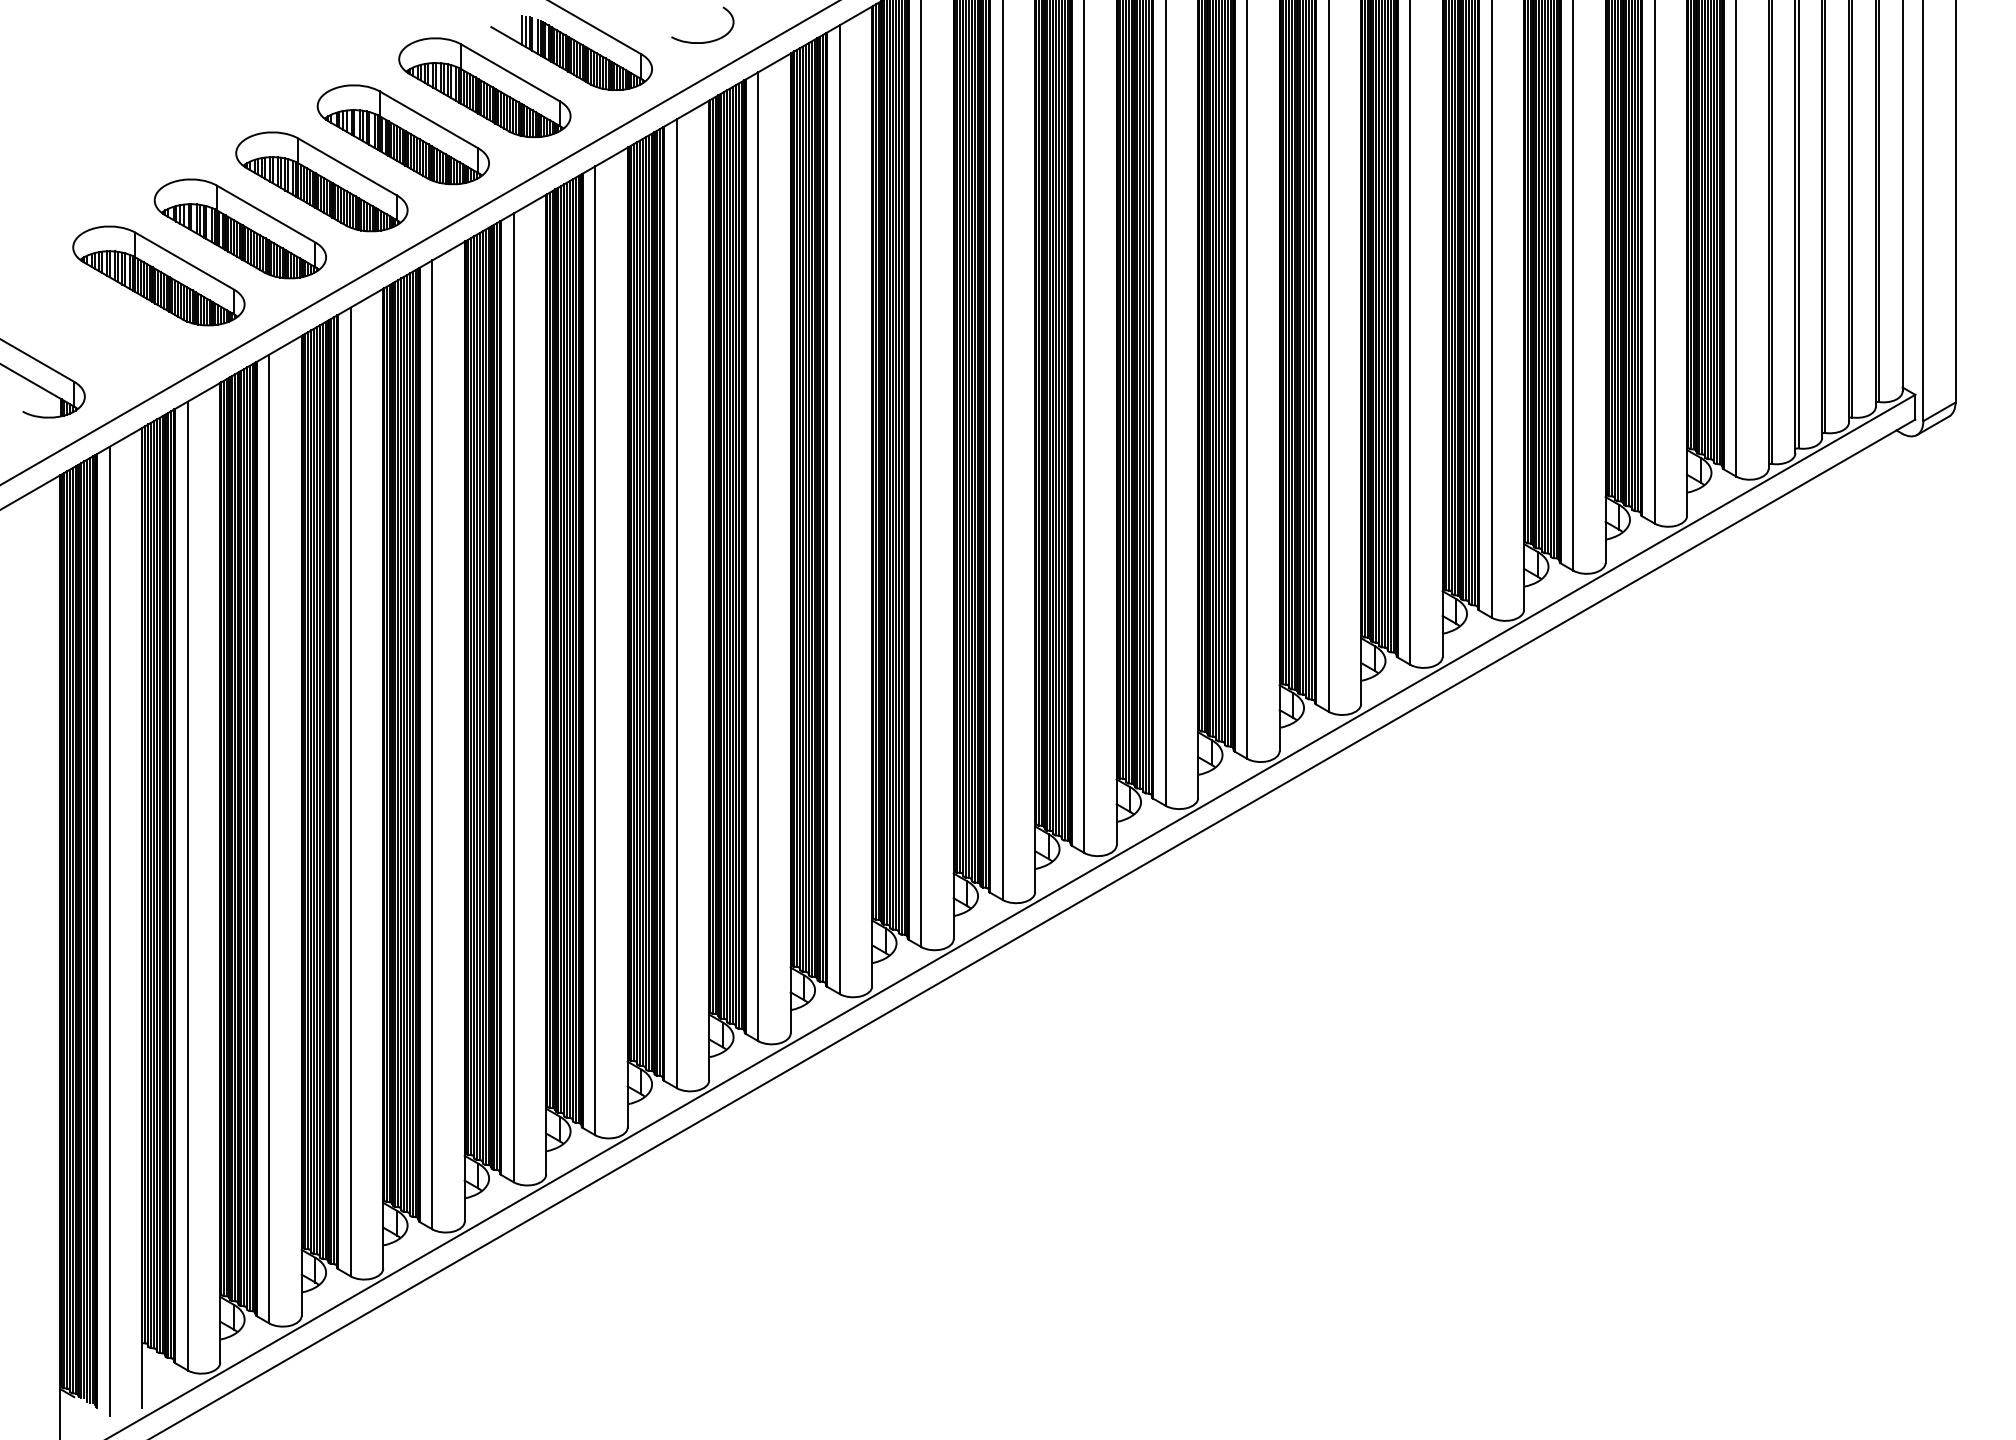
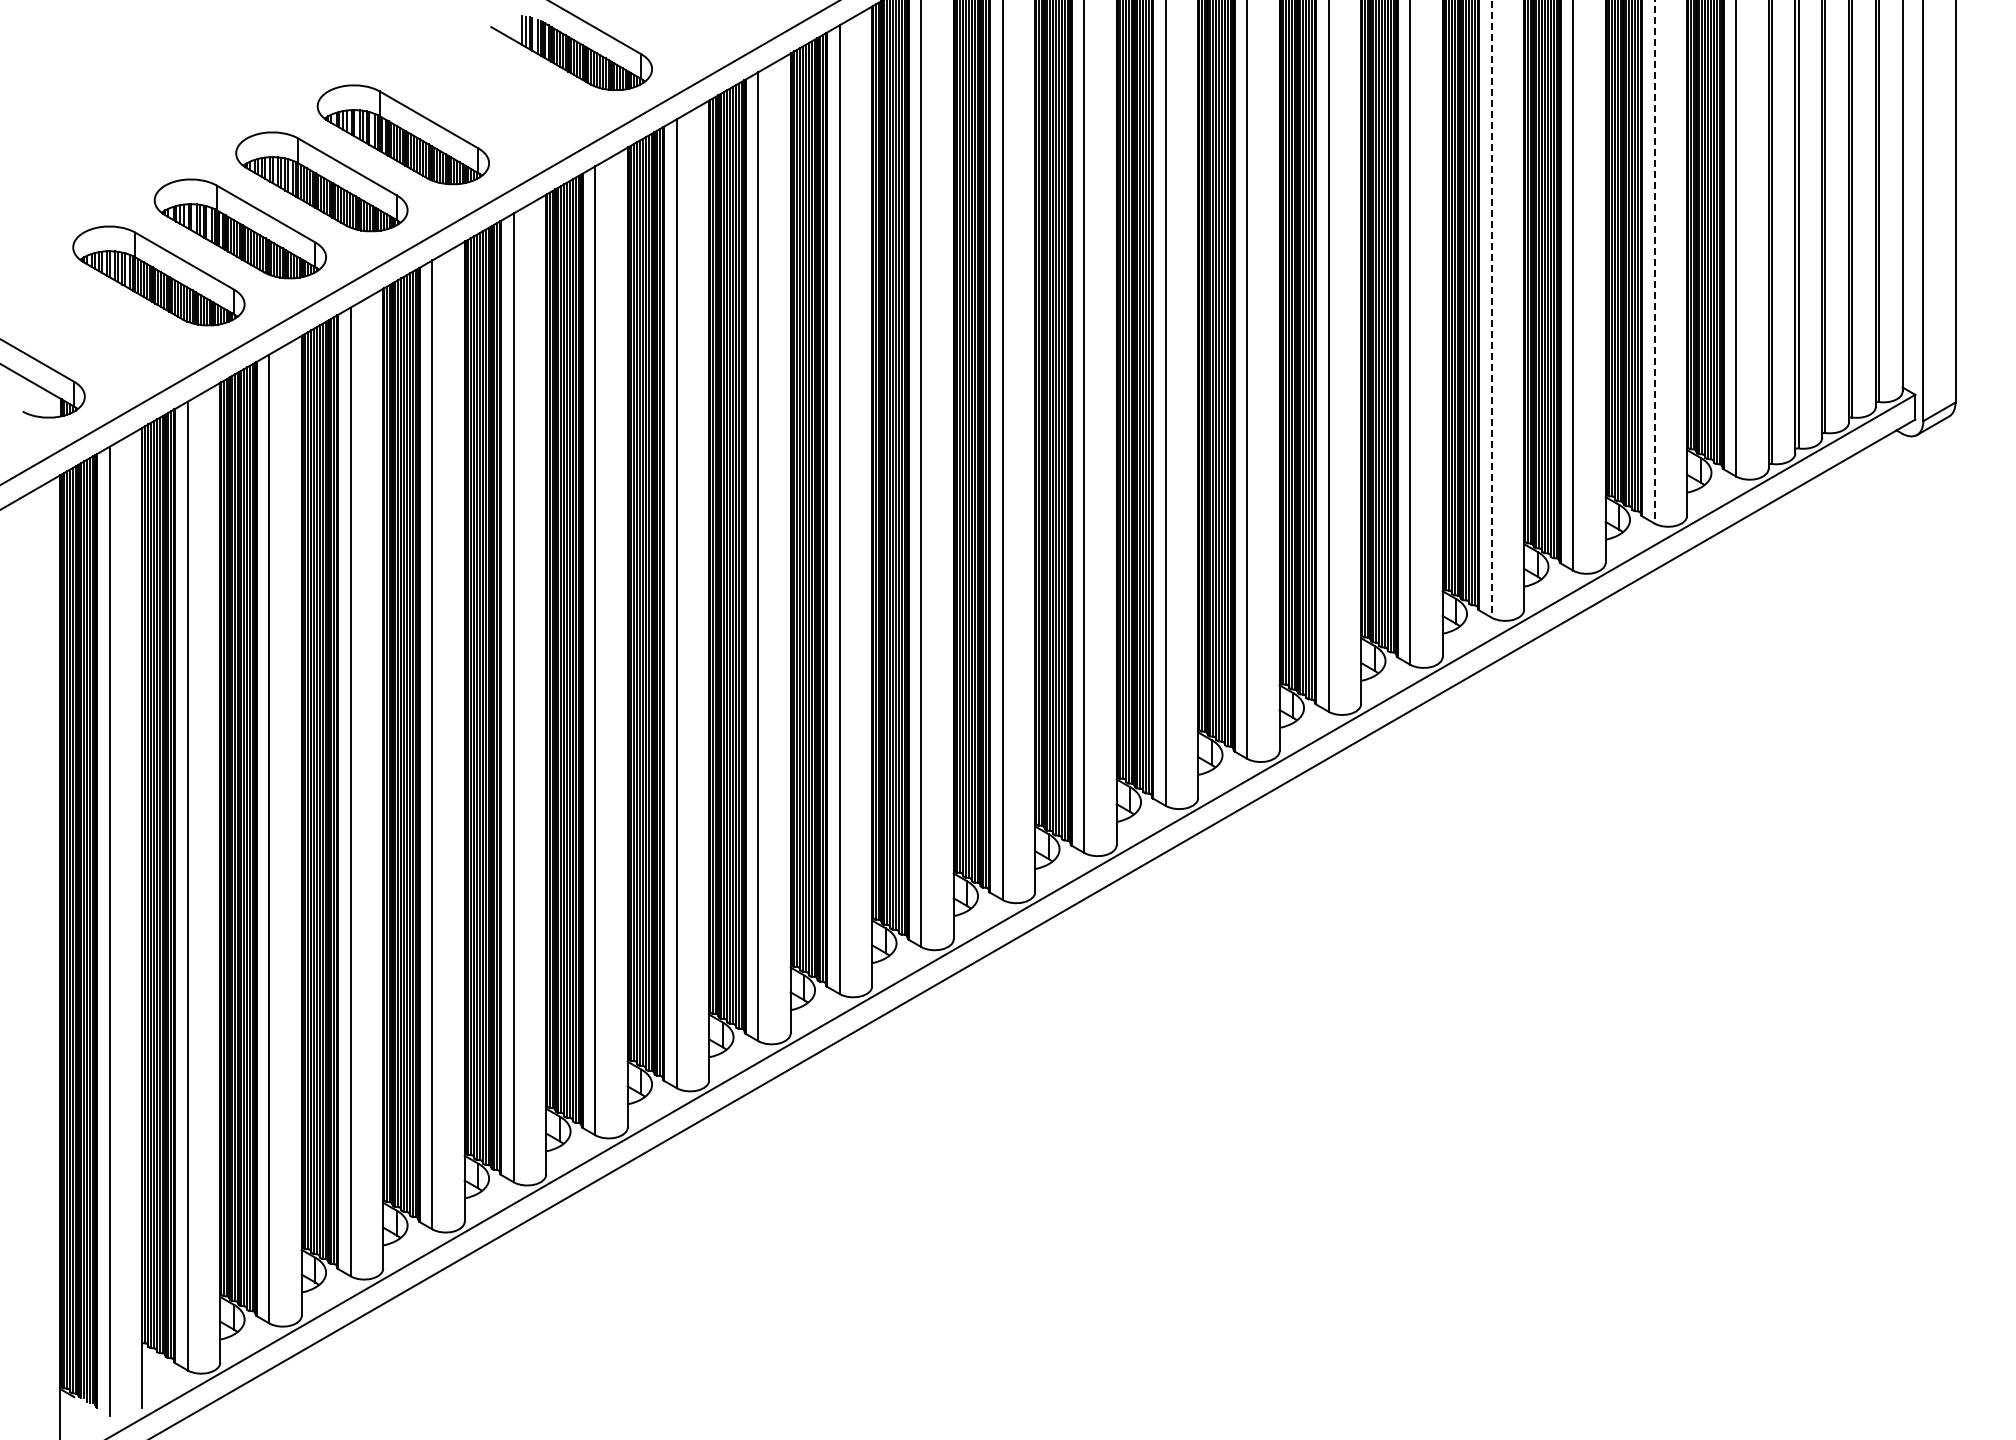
curve at (703, 41): present -> none
part at (484, 87): present -> none
line at (1654, 262): solid -> dashed
line at (1491, 309): solid -> dashed
